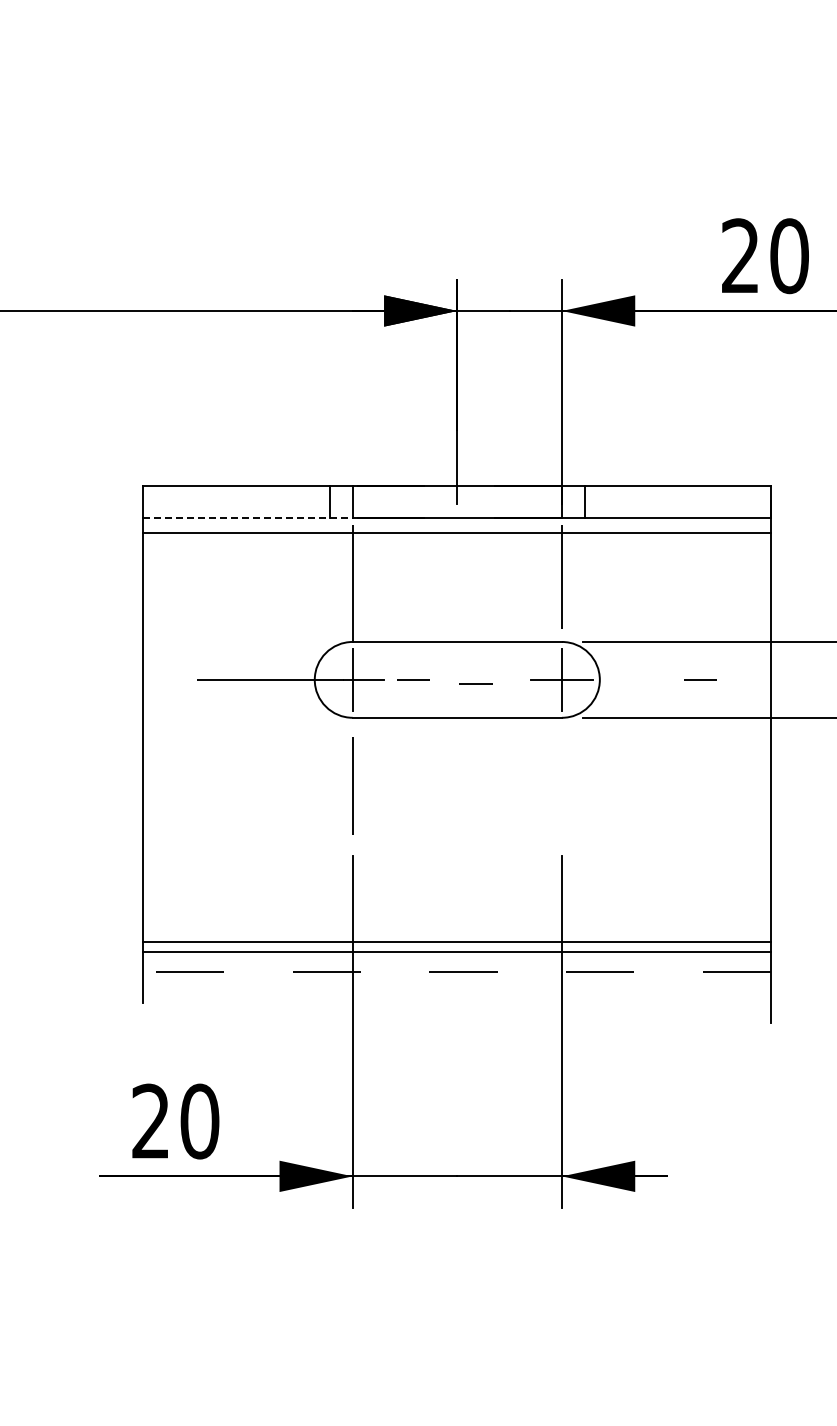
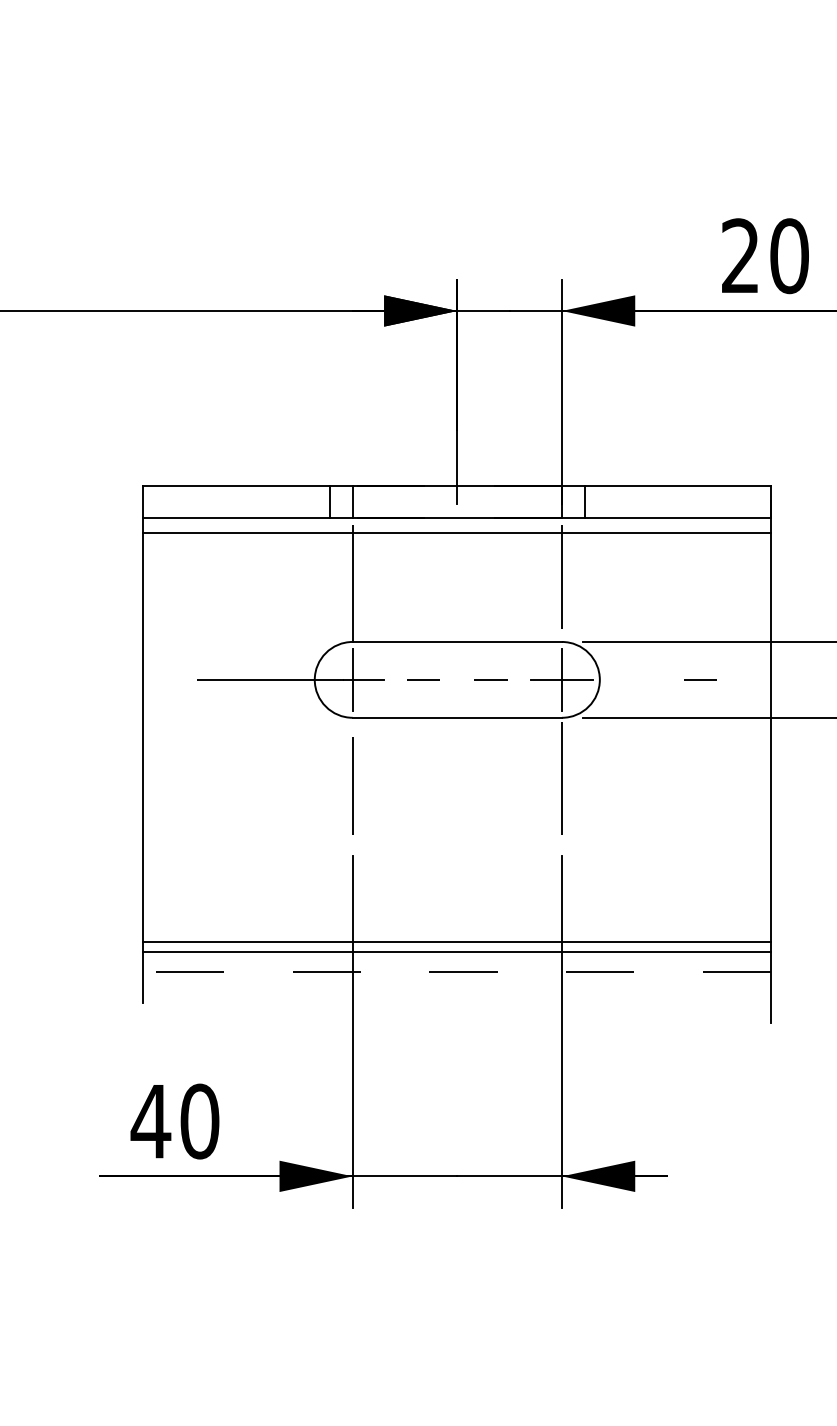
line at (248, 517): dashed -> solid
line at (413, 679) position: (413, 679) -> (423, 679)
line at (475, 683) position: (475, 683) -> (490, 679)
line at (561, 778): none -> present
text at (150, 1120): 20 -> 40
